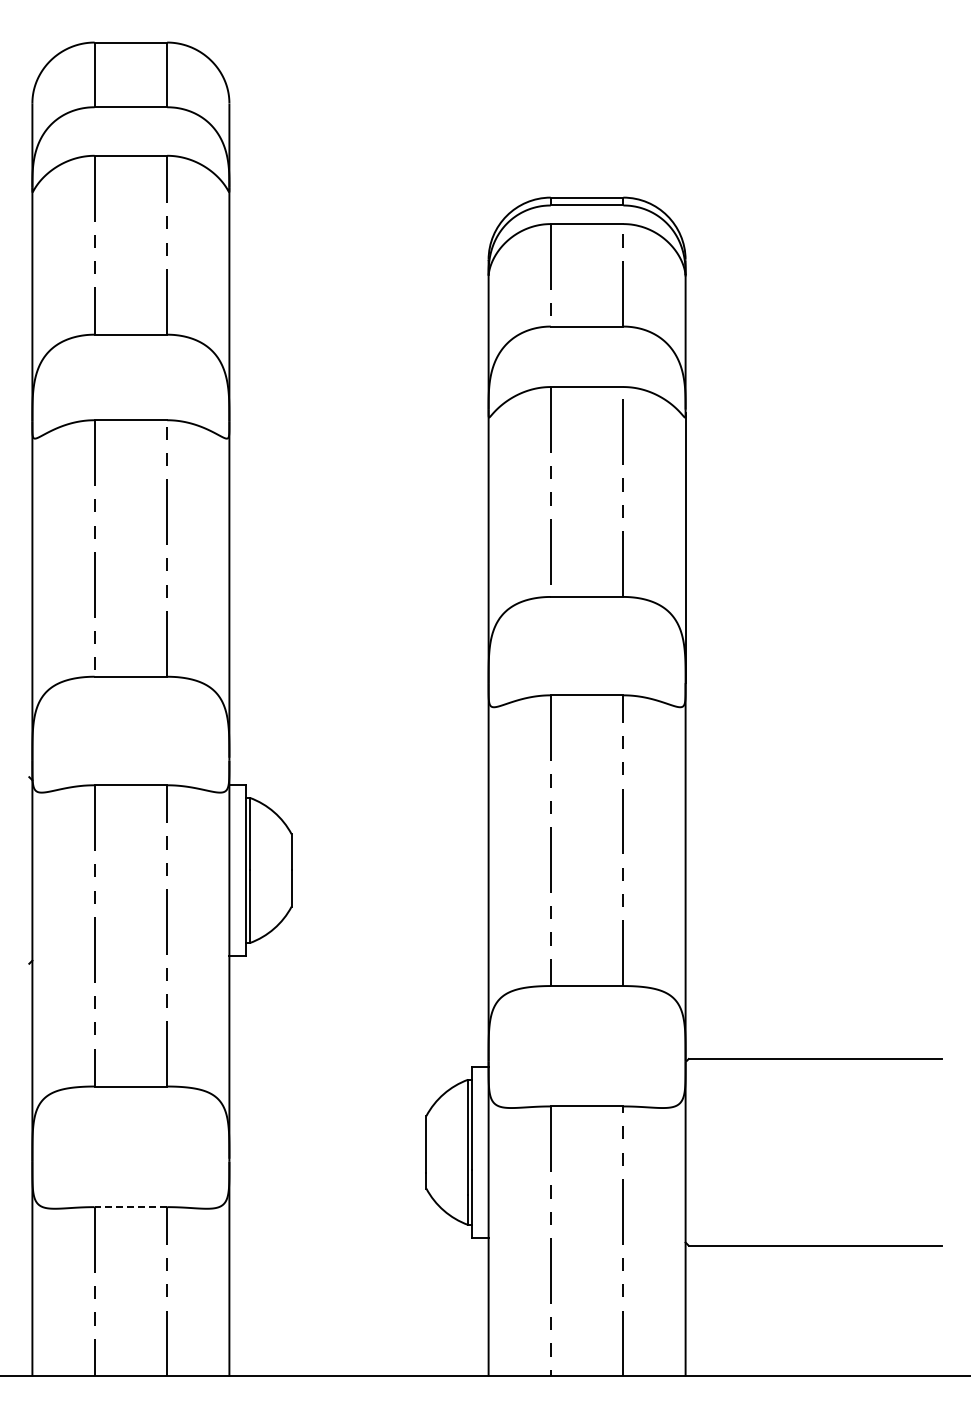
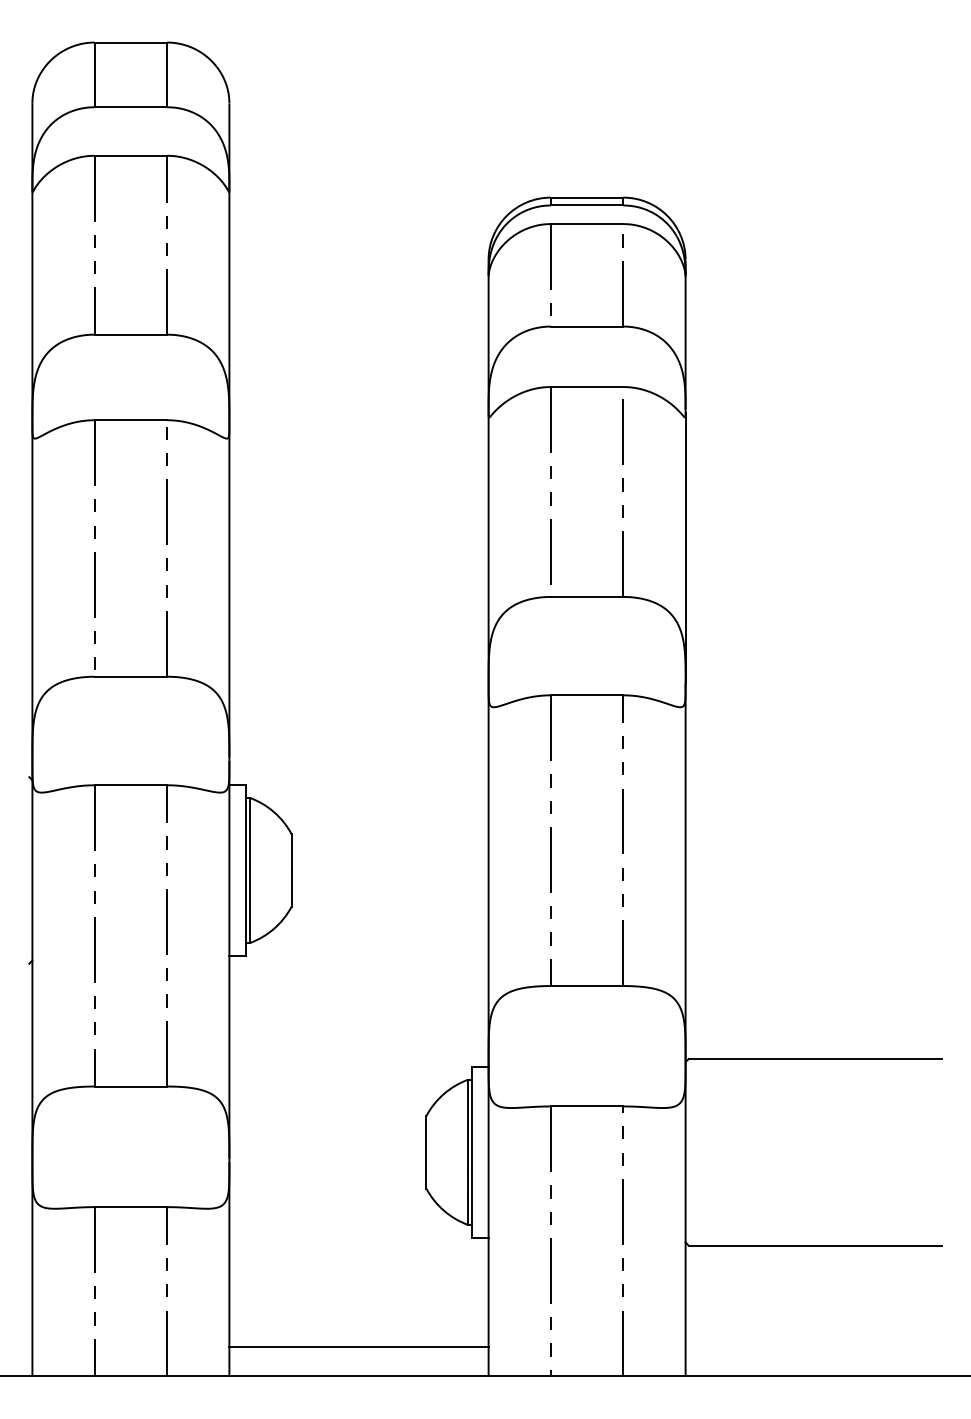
line at (130, 1207): dashed -> solid
line at (358, 1347): none -> present
